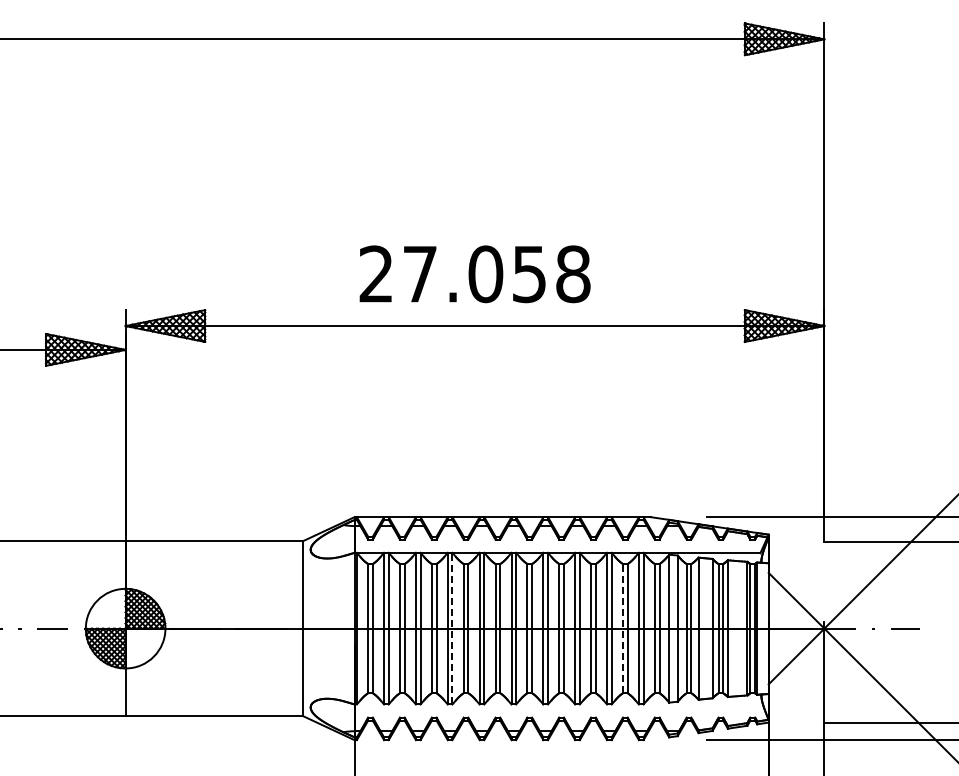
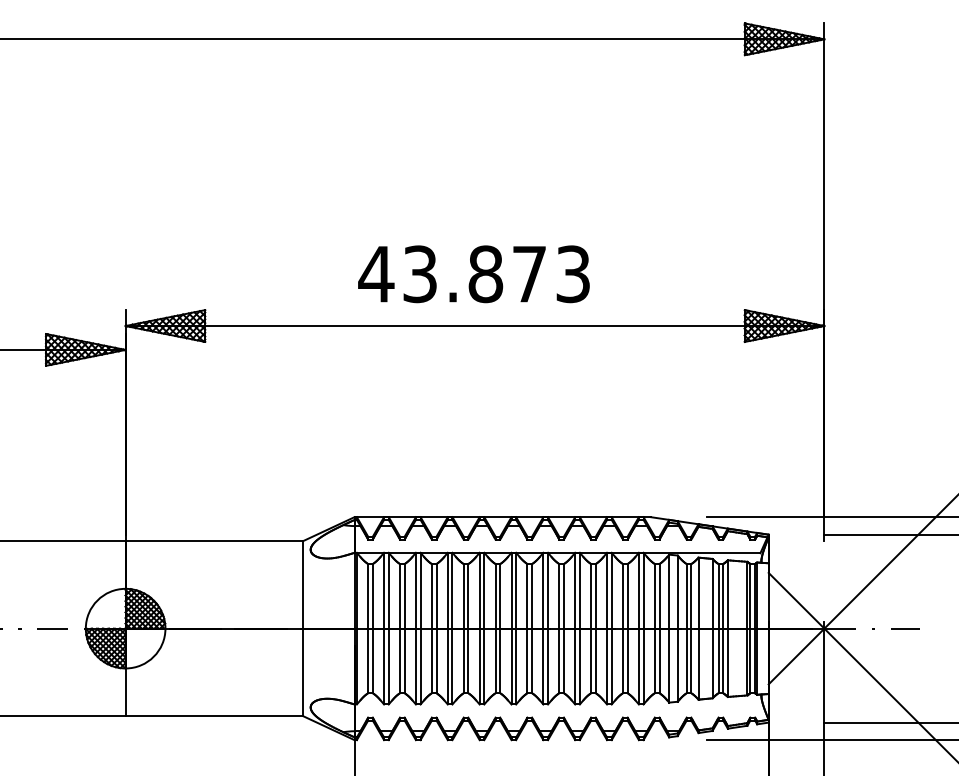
text at (474, 274): 27.058 -> 43.873
line at (889, 541) position: (889, 541) -> (889, 534)
line at (452, 628): dashed -> solid
line at (623, 628): dashed -> solid
